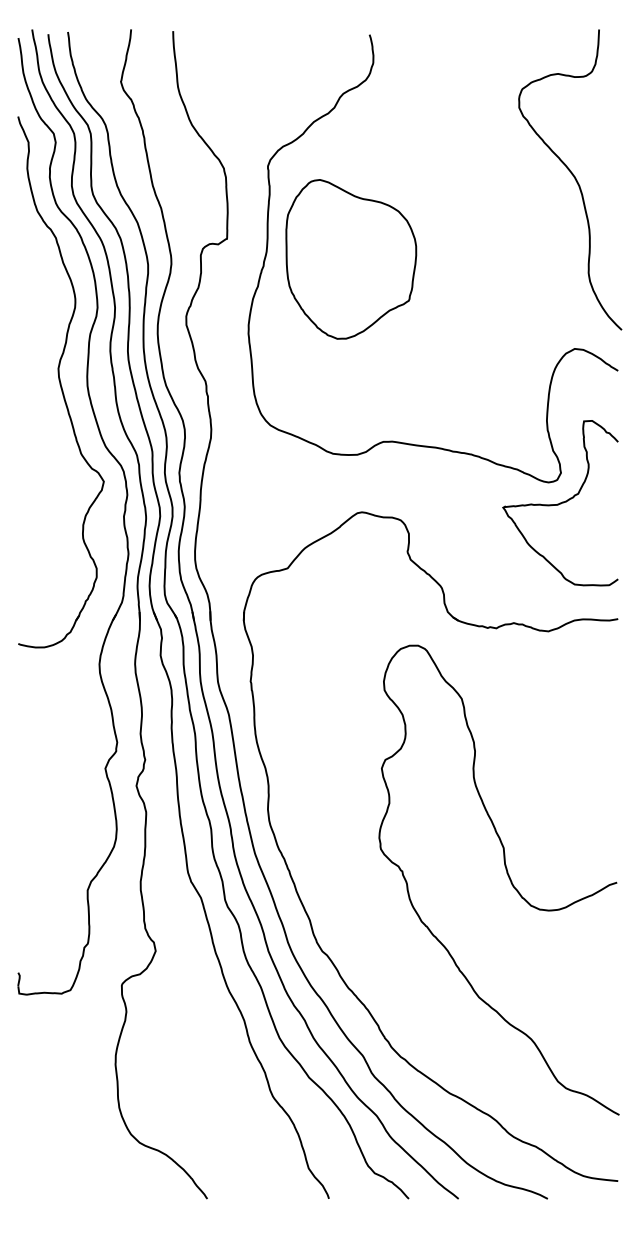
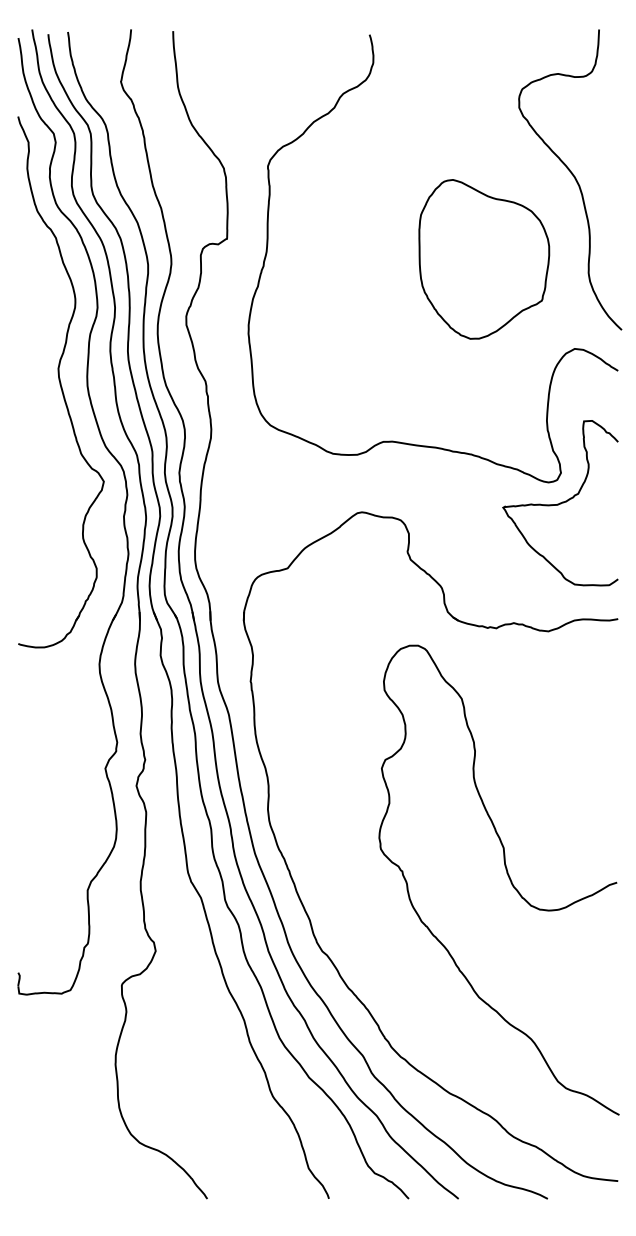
part at (351, 259) position: (351, 259) -> (484, 259)
